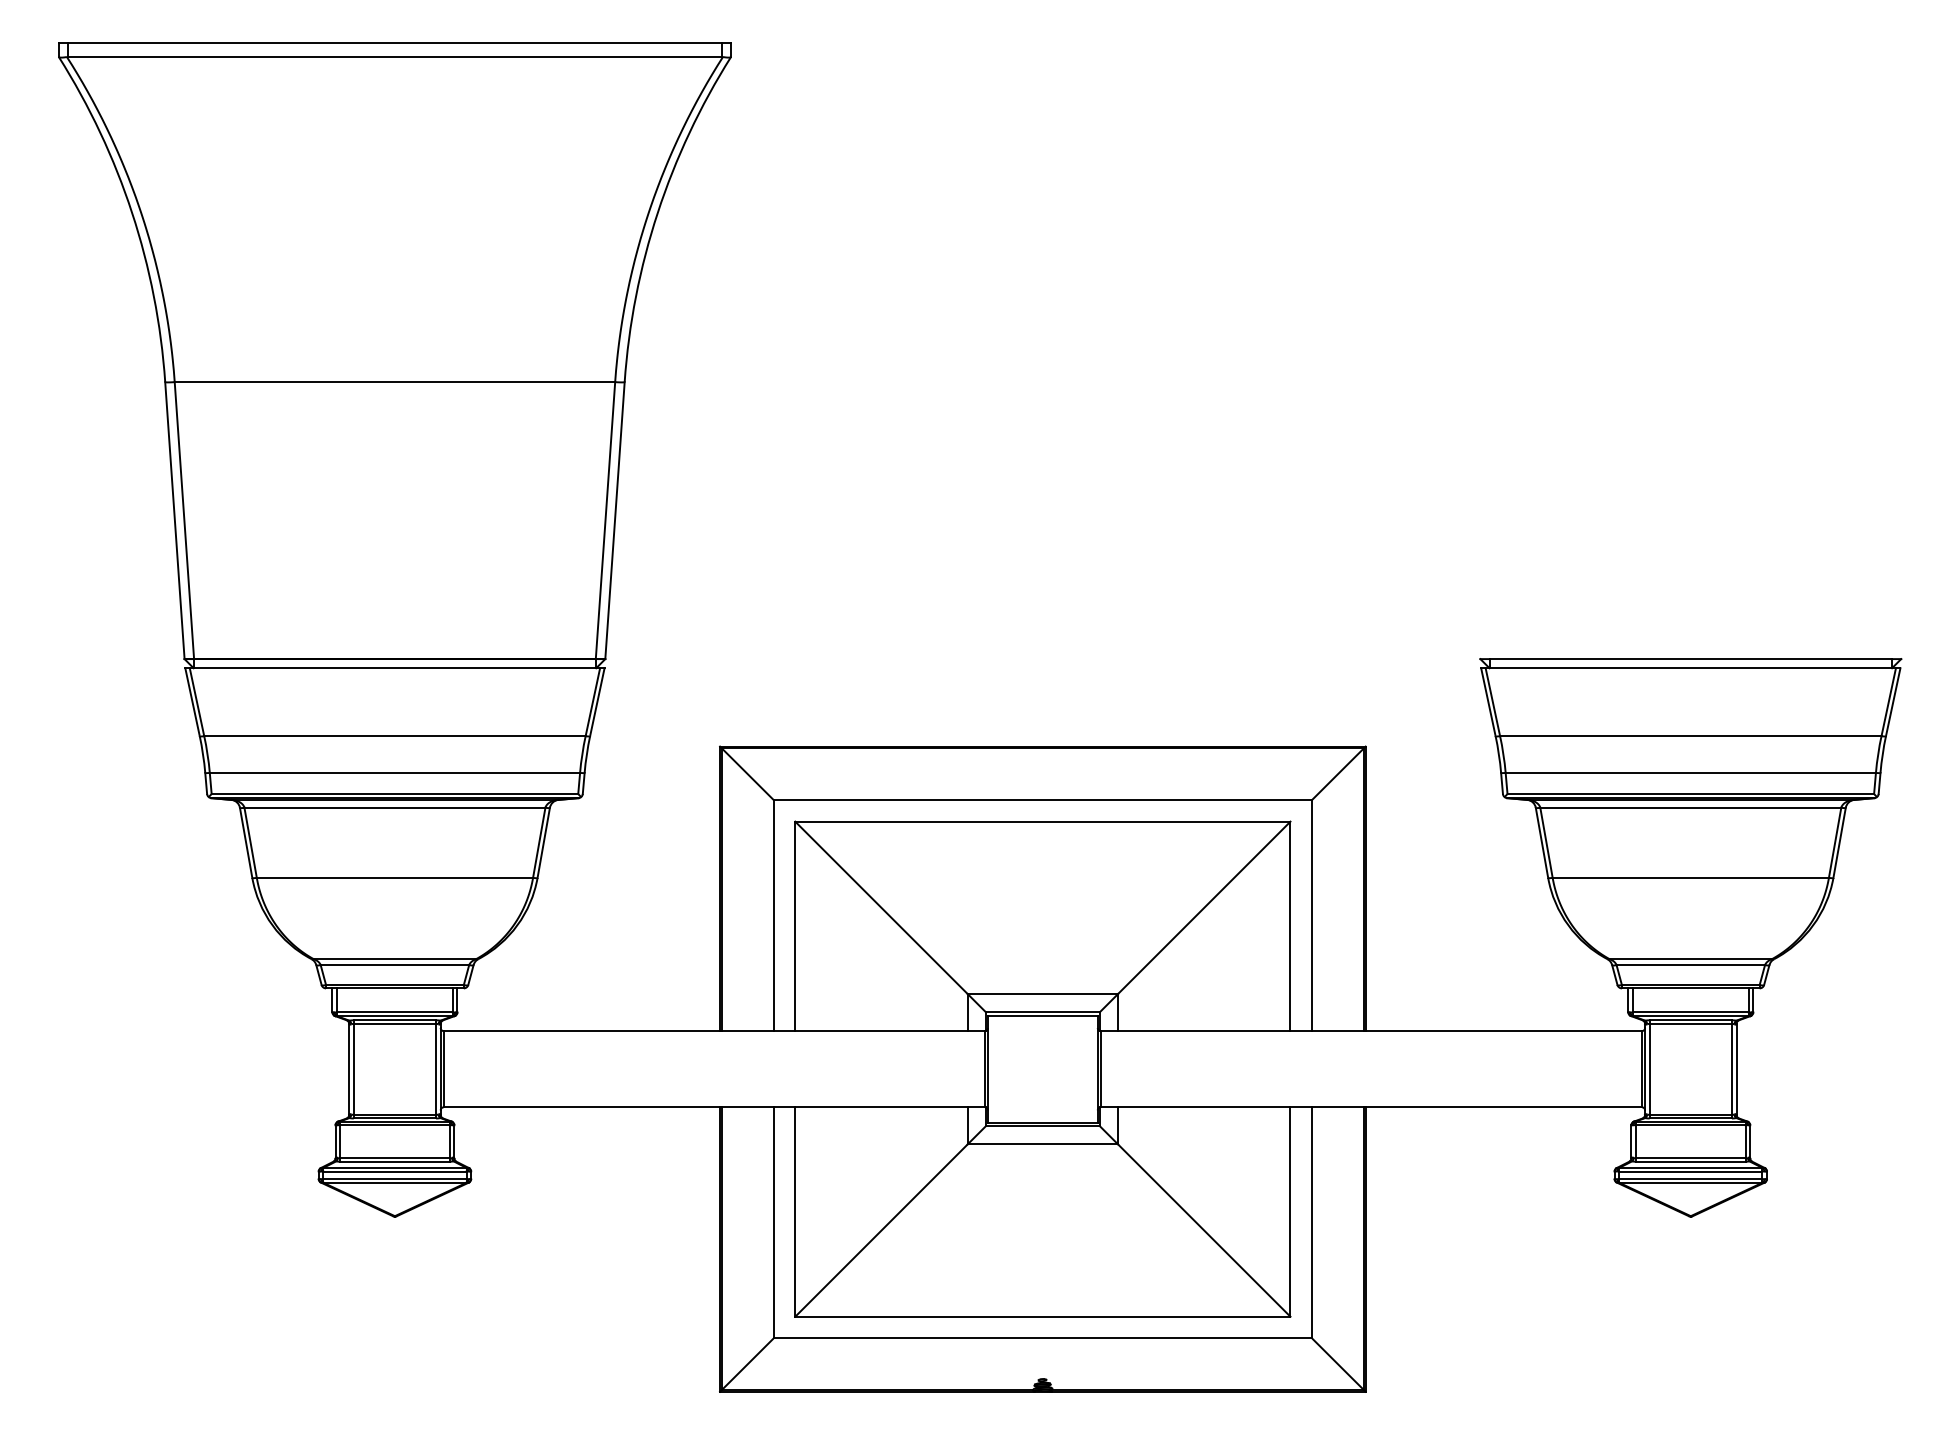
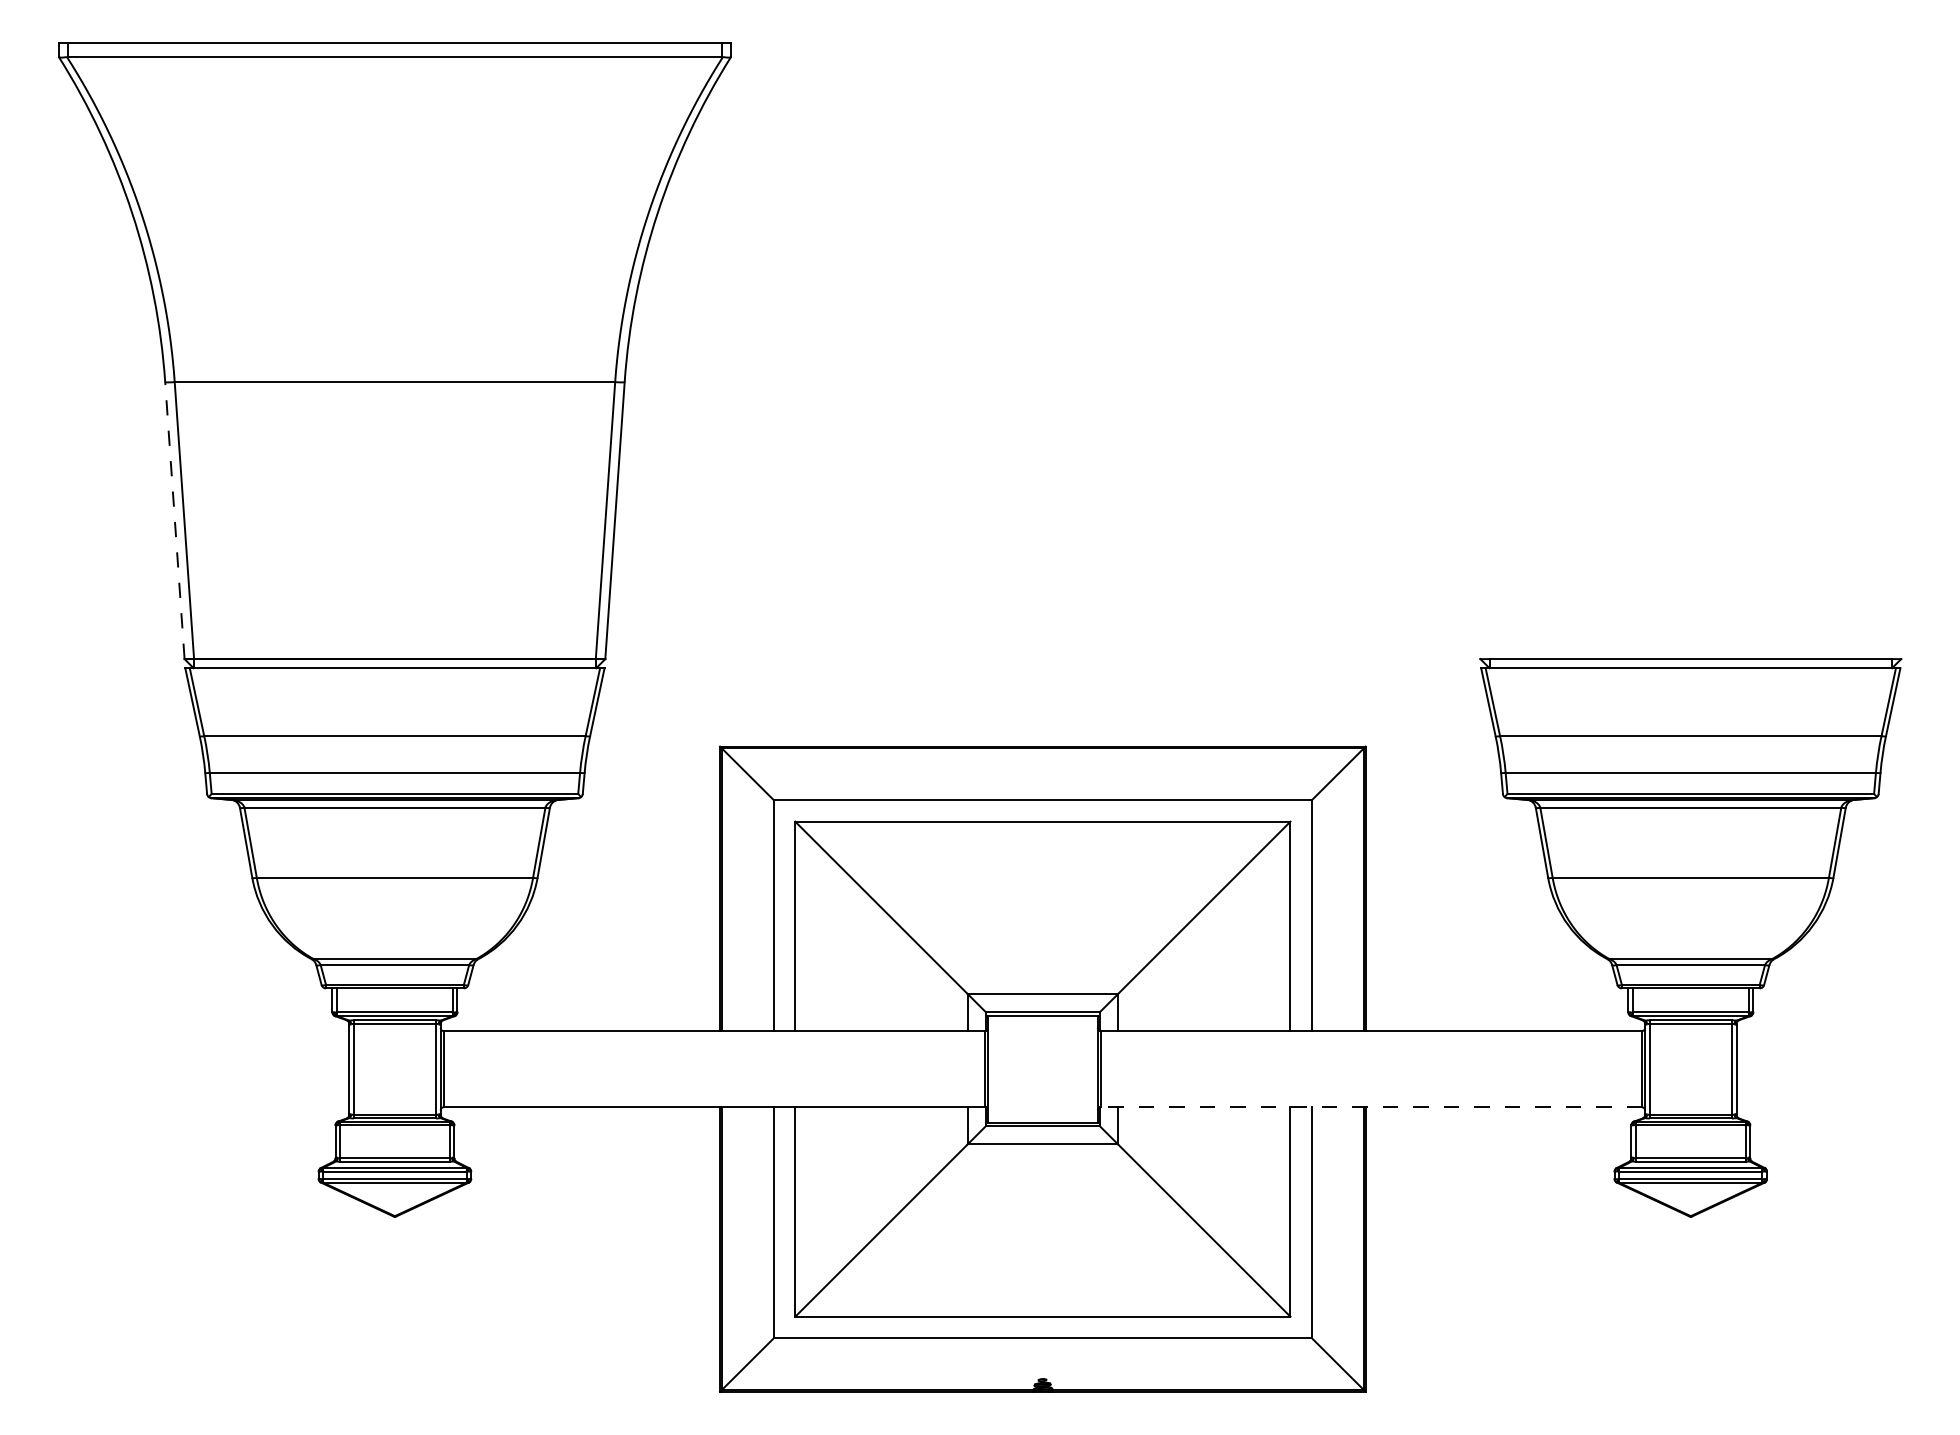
line at (174, 520): solid -> dashed
line at (1371, 1107): solid -> dashed
